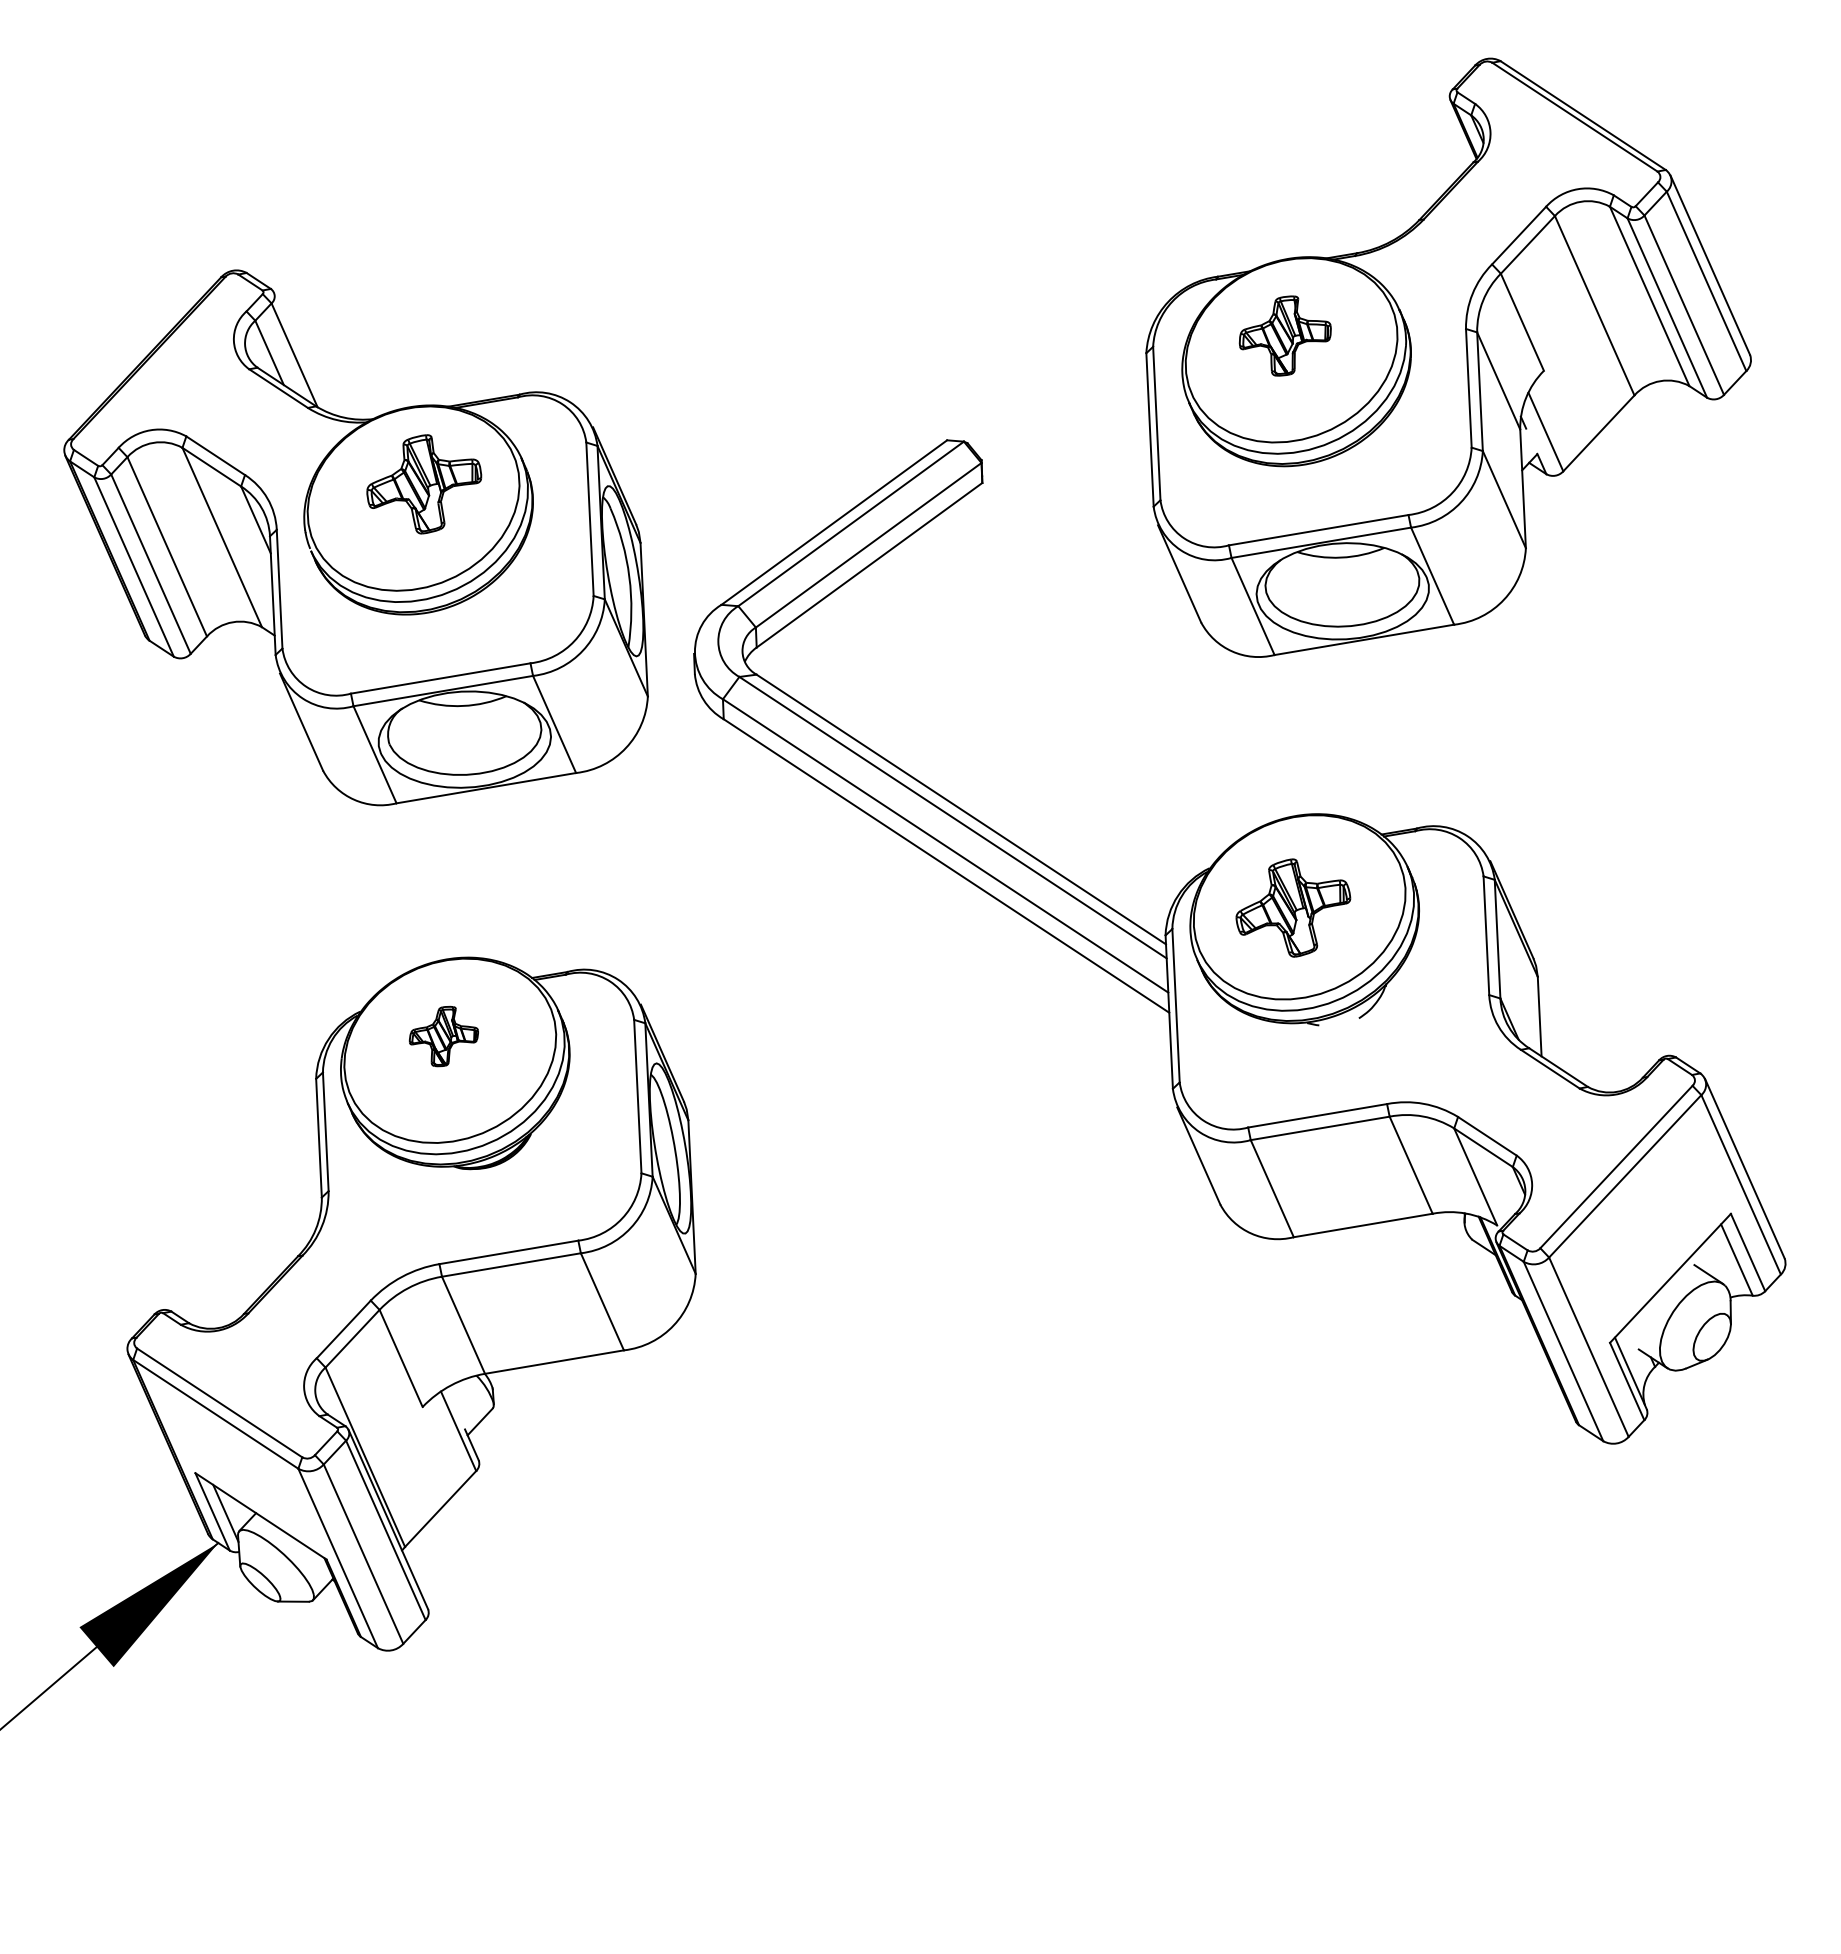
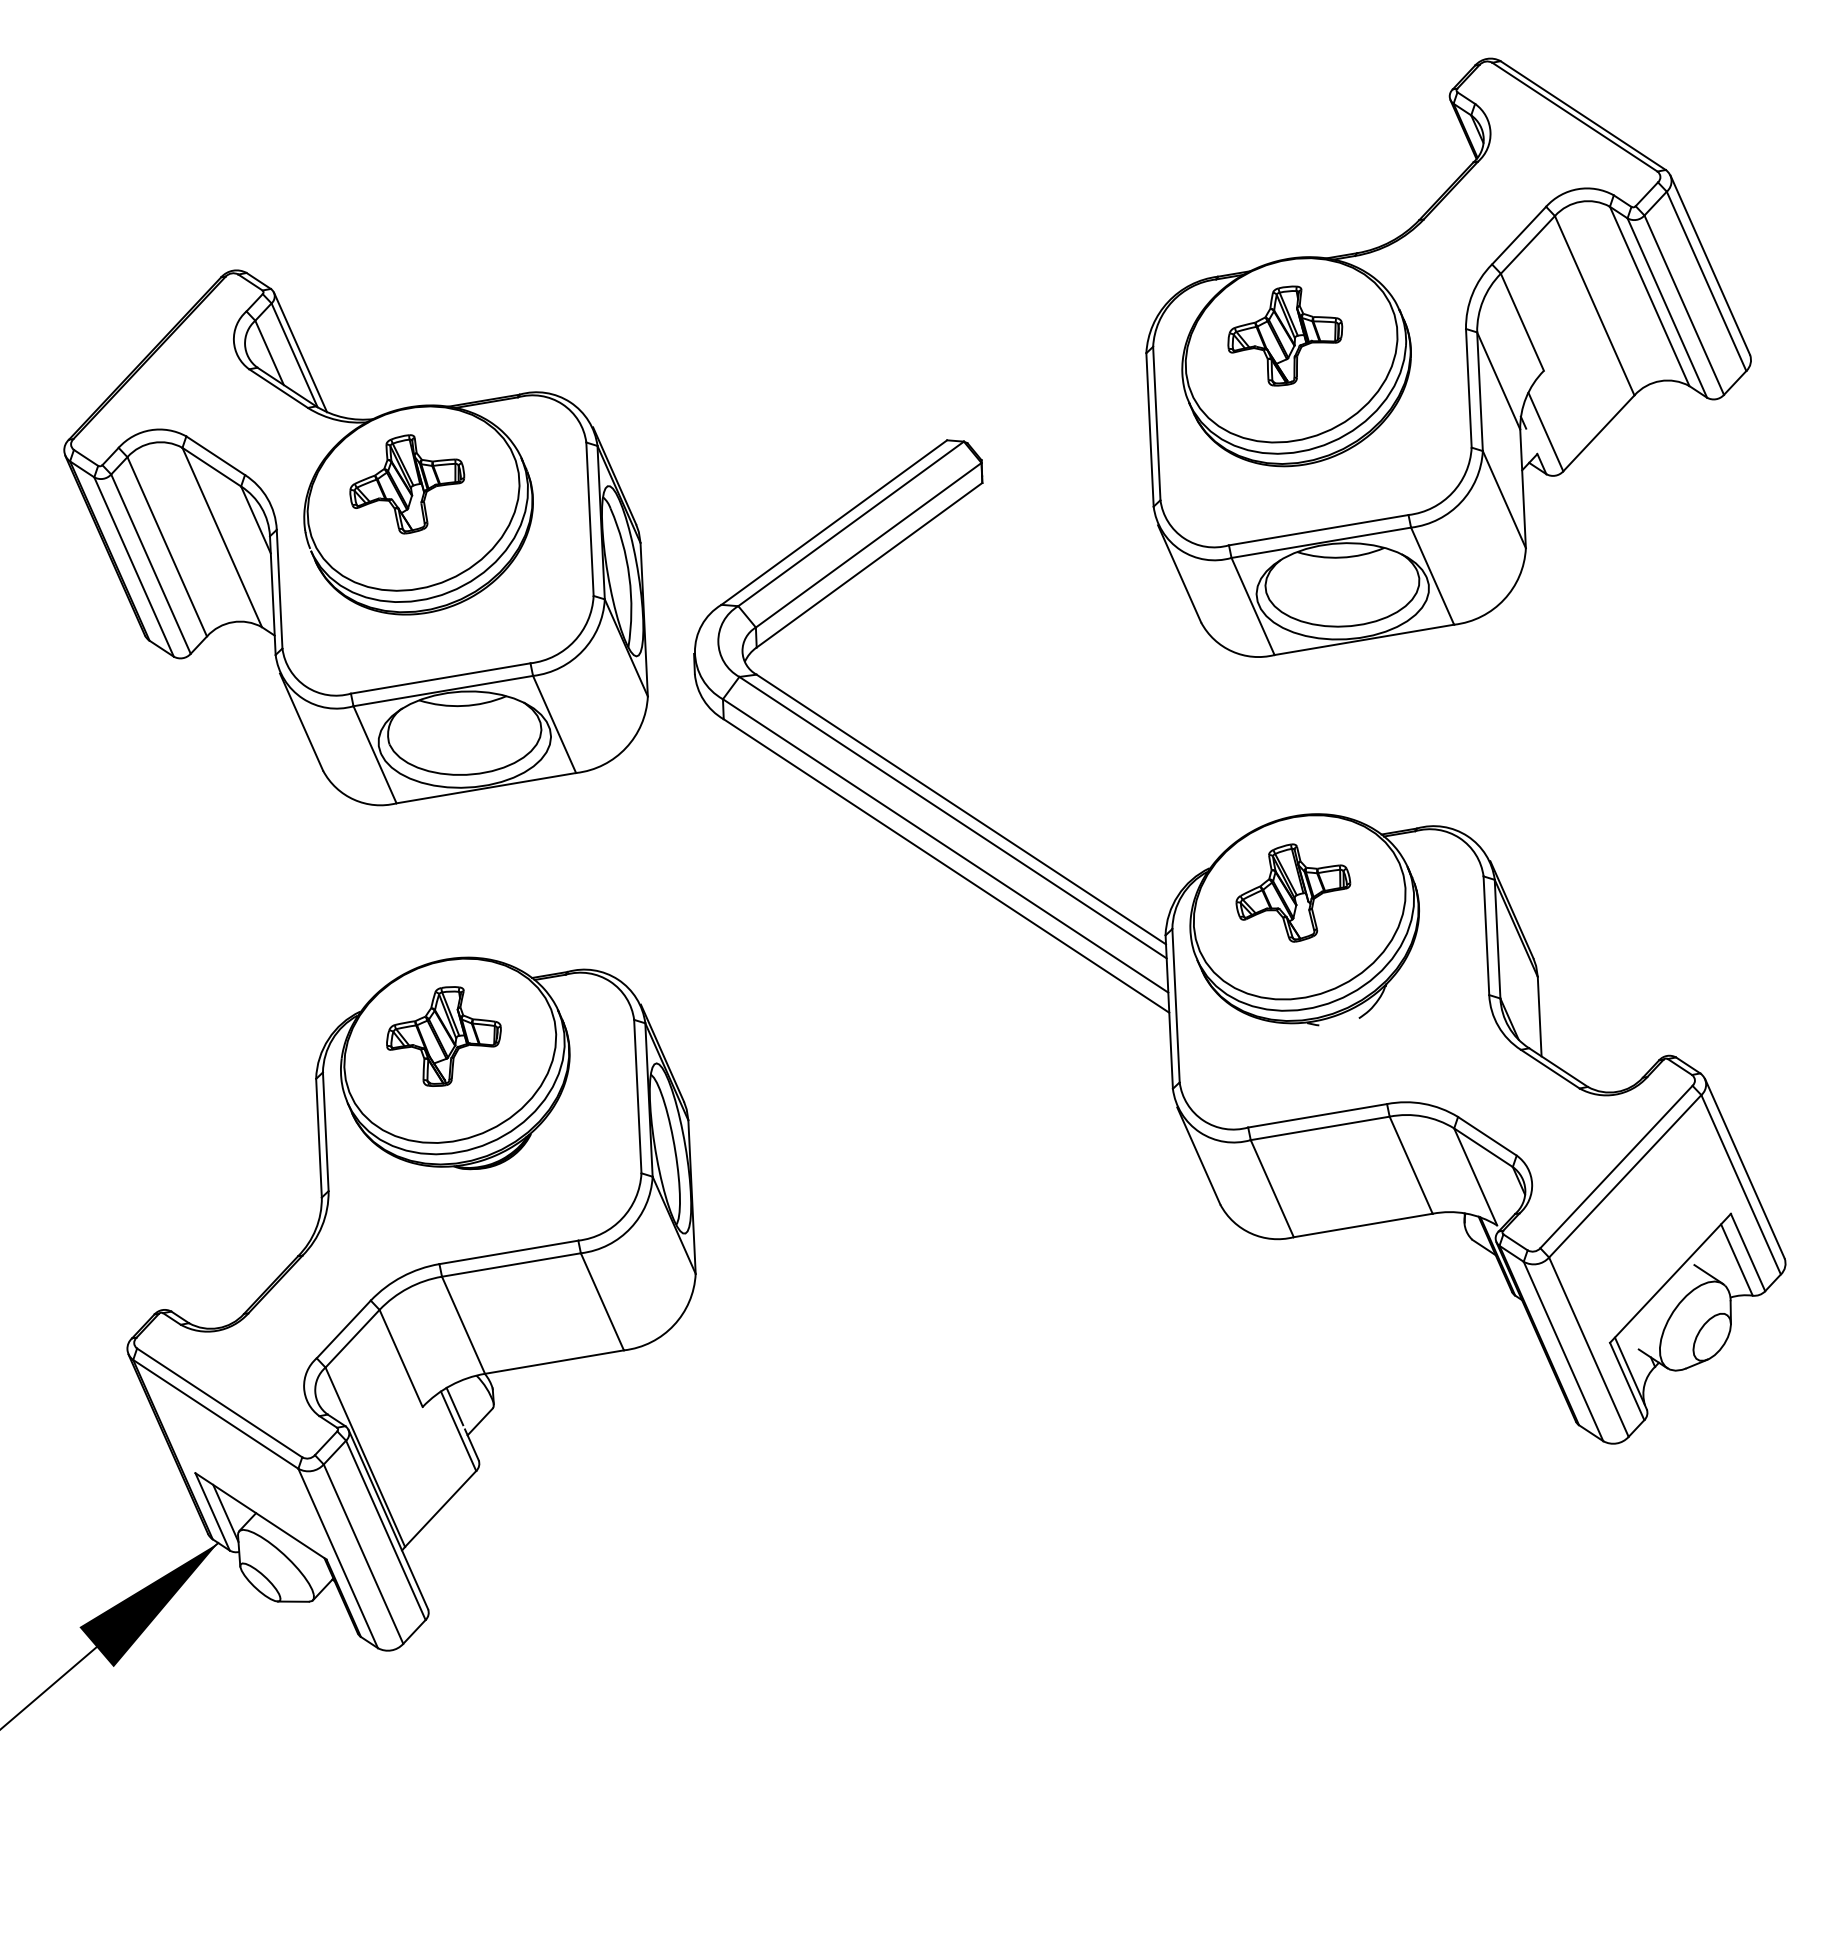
part at (1284, 335) size: 94x82 px -> 117x102 px
line at (300, 352): none -> present
part at (424, 484) position: (424, 484) -> (407, 484)
part at (1293, 907) position: (1293, 907) -> (1293, 892)
part at (443, 1036) size: 71x63 px -> 116x101 px
line at (454, 1406): none -> present
